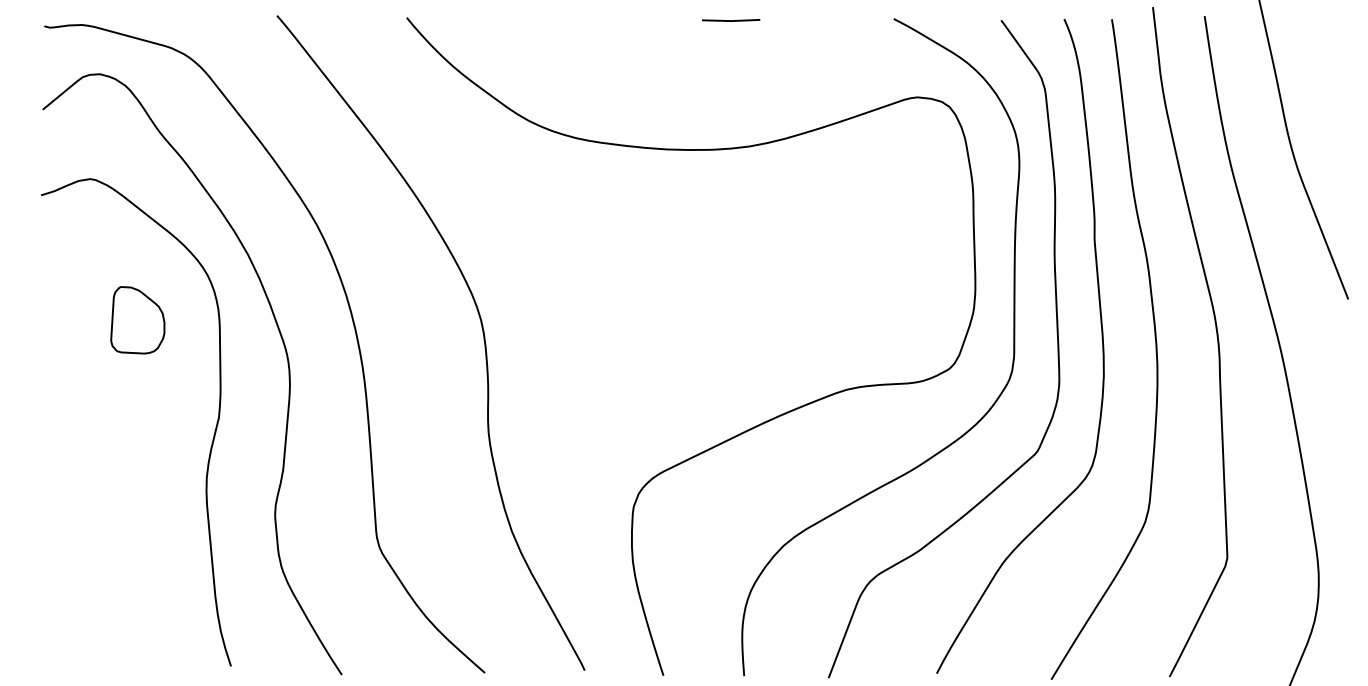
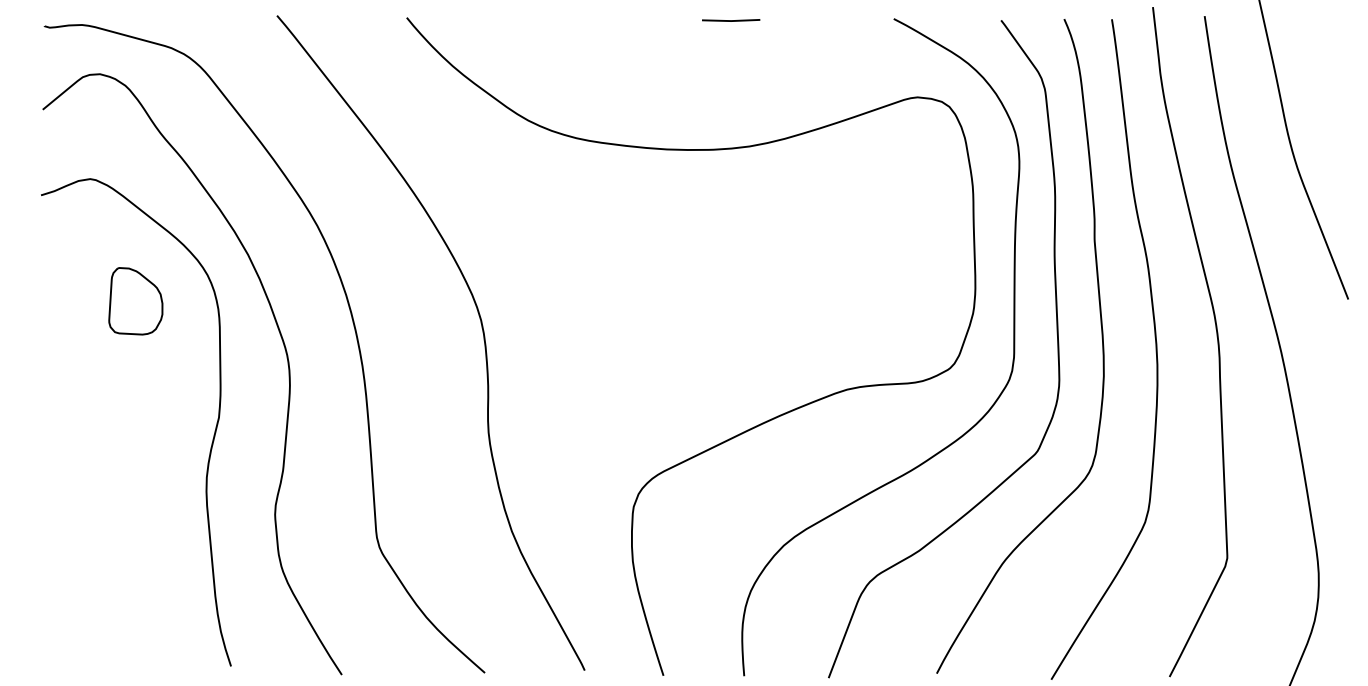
part at (137, 320) position: (137, 320) -> (135, 301)
